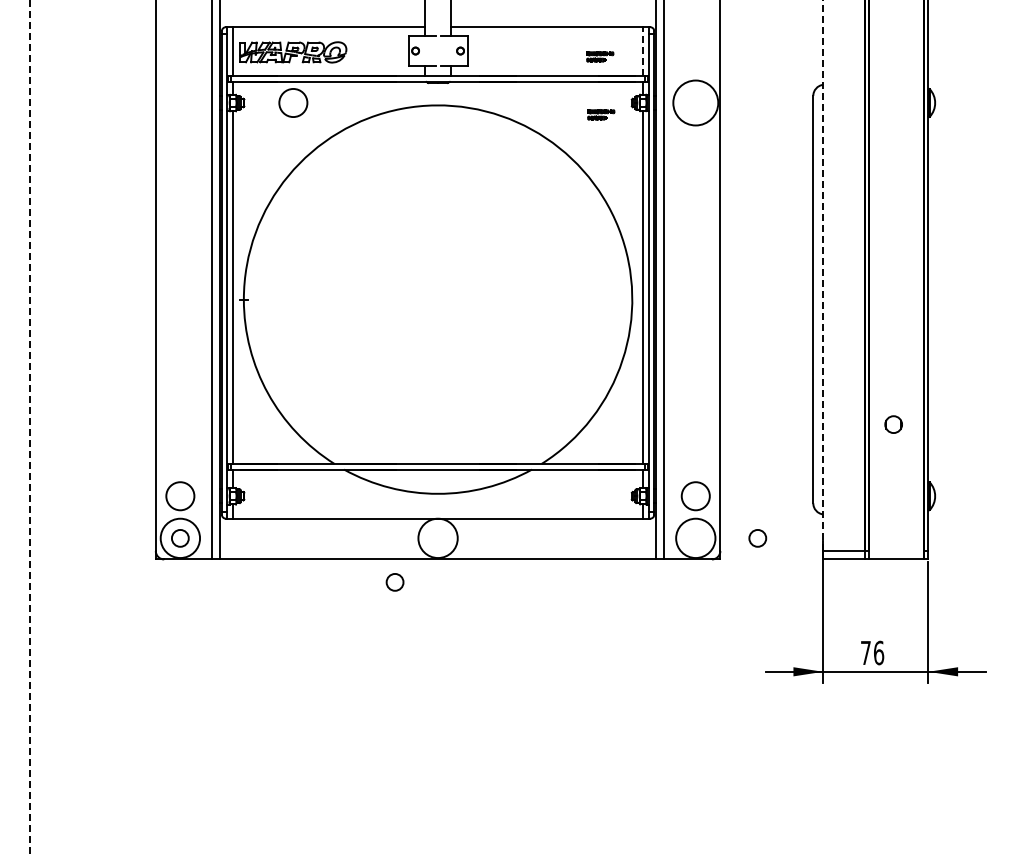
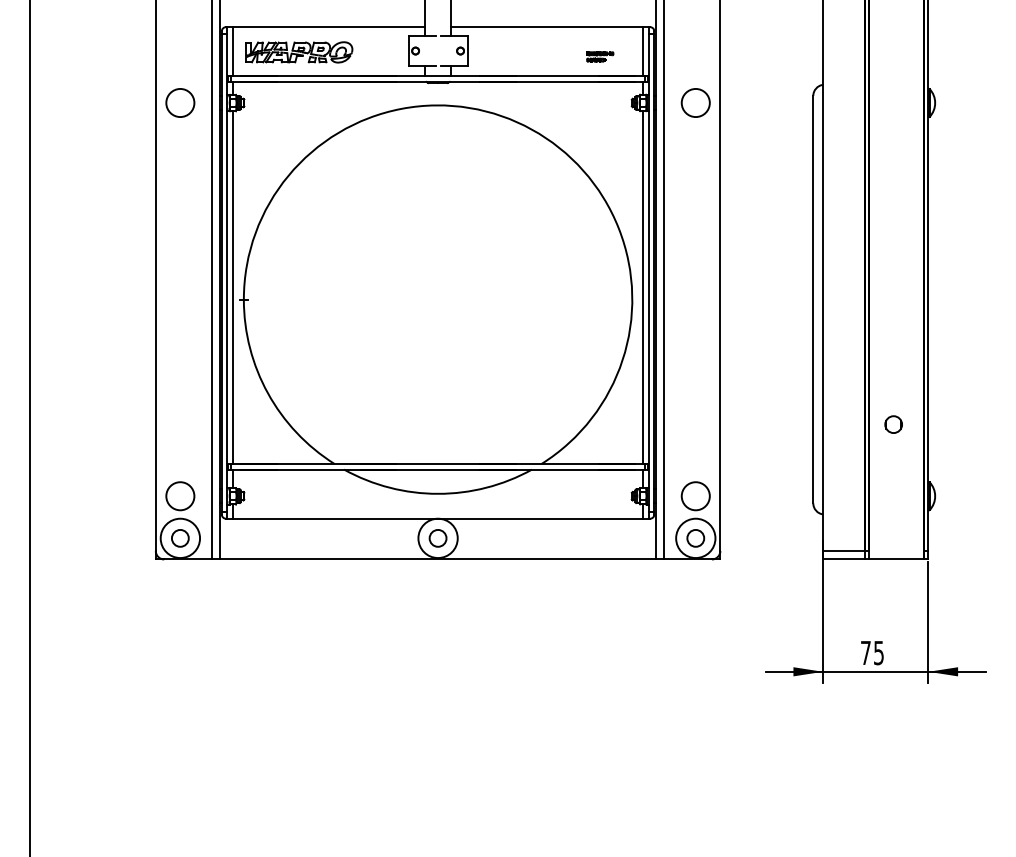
line at (643, 51): dashed -> solid
part at (293, 52) position: (293, 52) -> (299, 52)
circle at (293, 102) position: (293, 102) -> (180, 102)
circle at (695, 102) diameter: 45 px -> 28 px
part at (601, 114): present -> none
line at (823, 275): dashed -> solid
line at (30, 428): dashed -> solid
circle at (757, 538) position: (757, 538) -> (695, 538)
circle at (394, 582) position: (394, 582) -> (437, 538)
text at (879, 652): 76 -> 75
